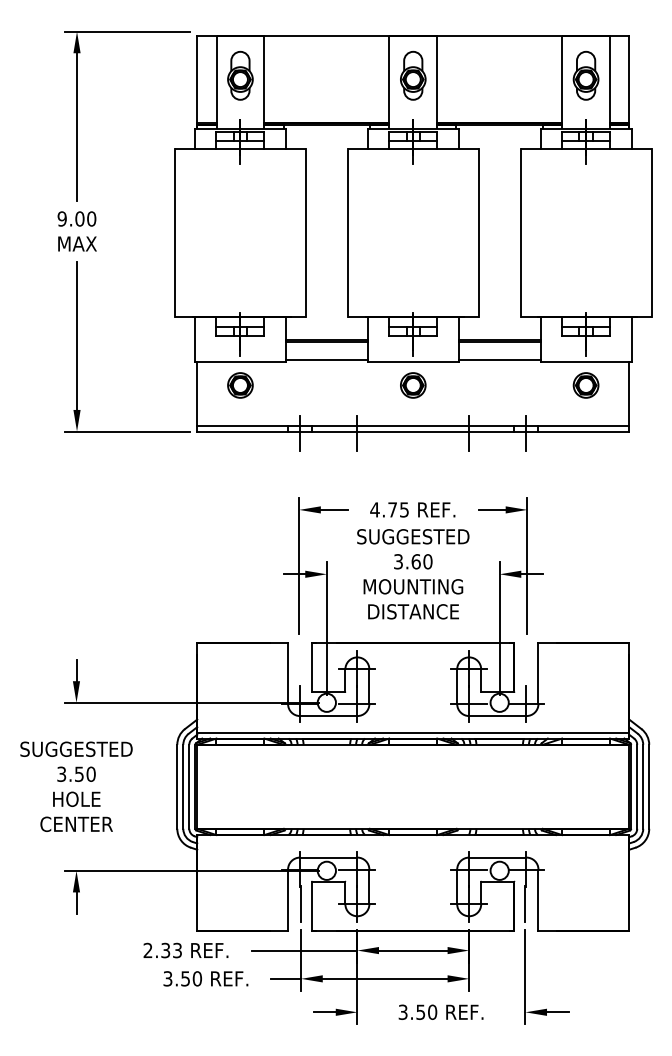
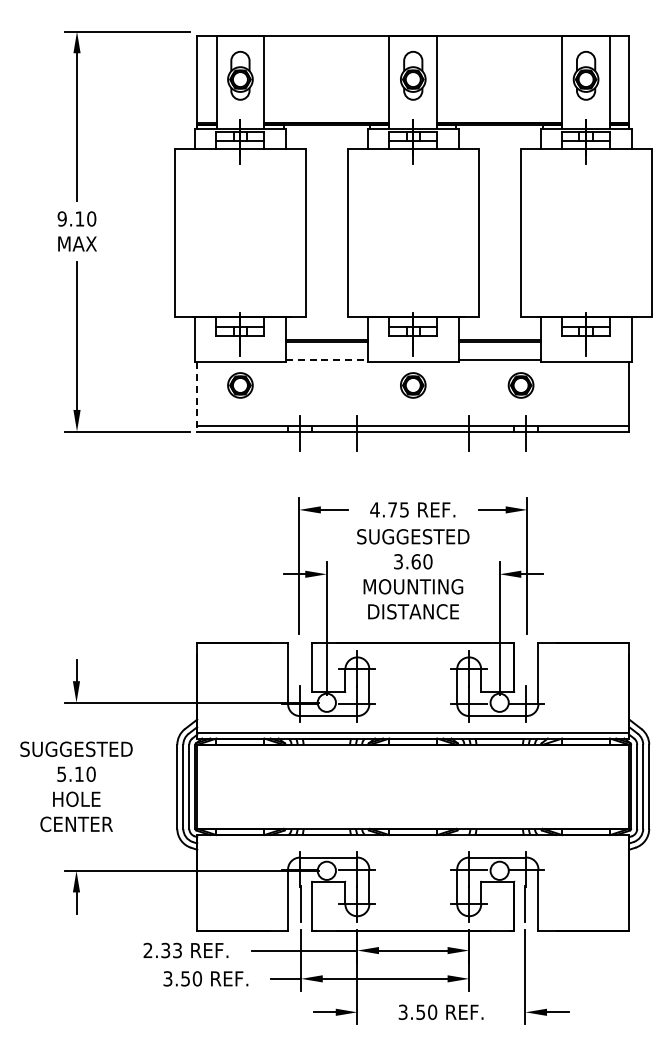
text at (79, 218): 9.00 -> 9.10
line at (326, 359): solid -> dashed
part at (585, 385) position: (585, 385) -> (520, 385)
line at (197, 396): solid -> dashed
text at (70, 773): 3.50 -> 5.10
